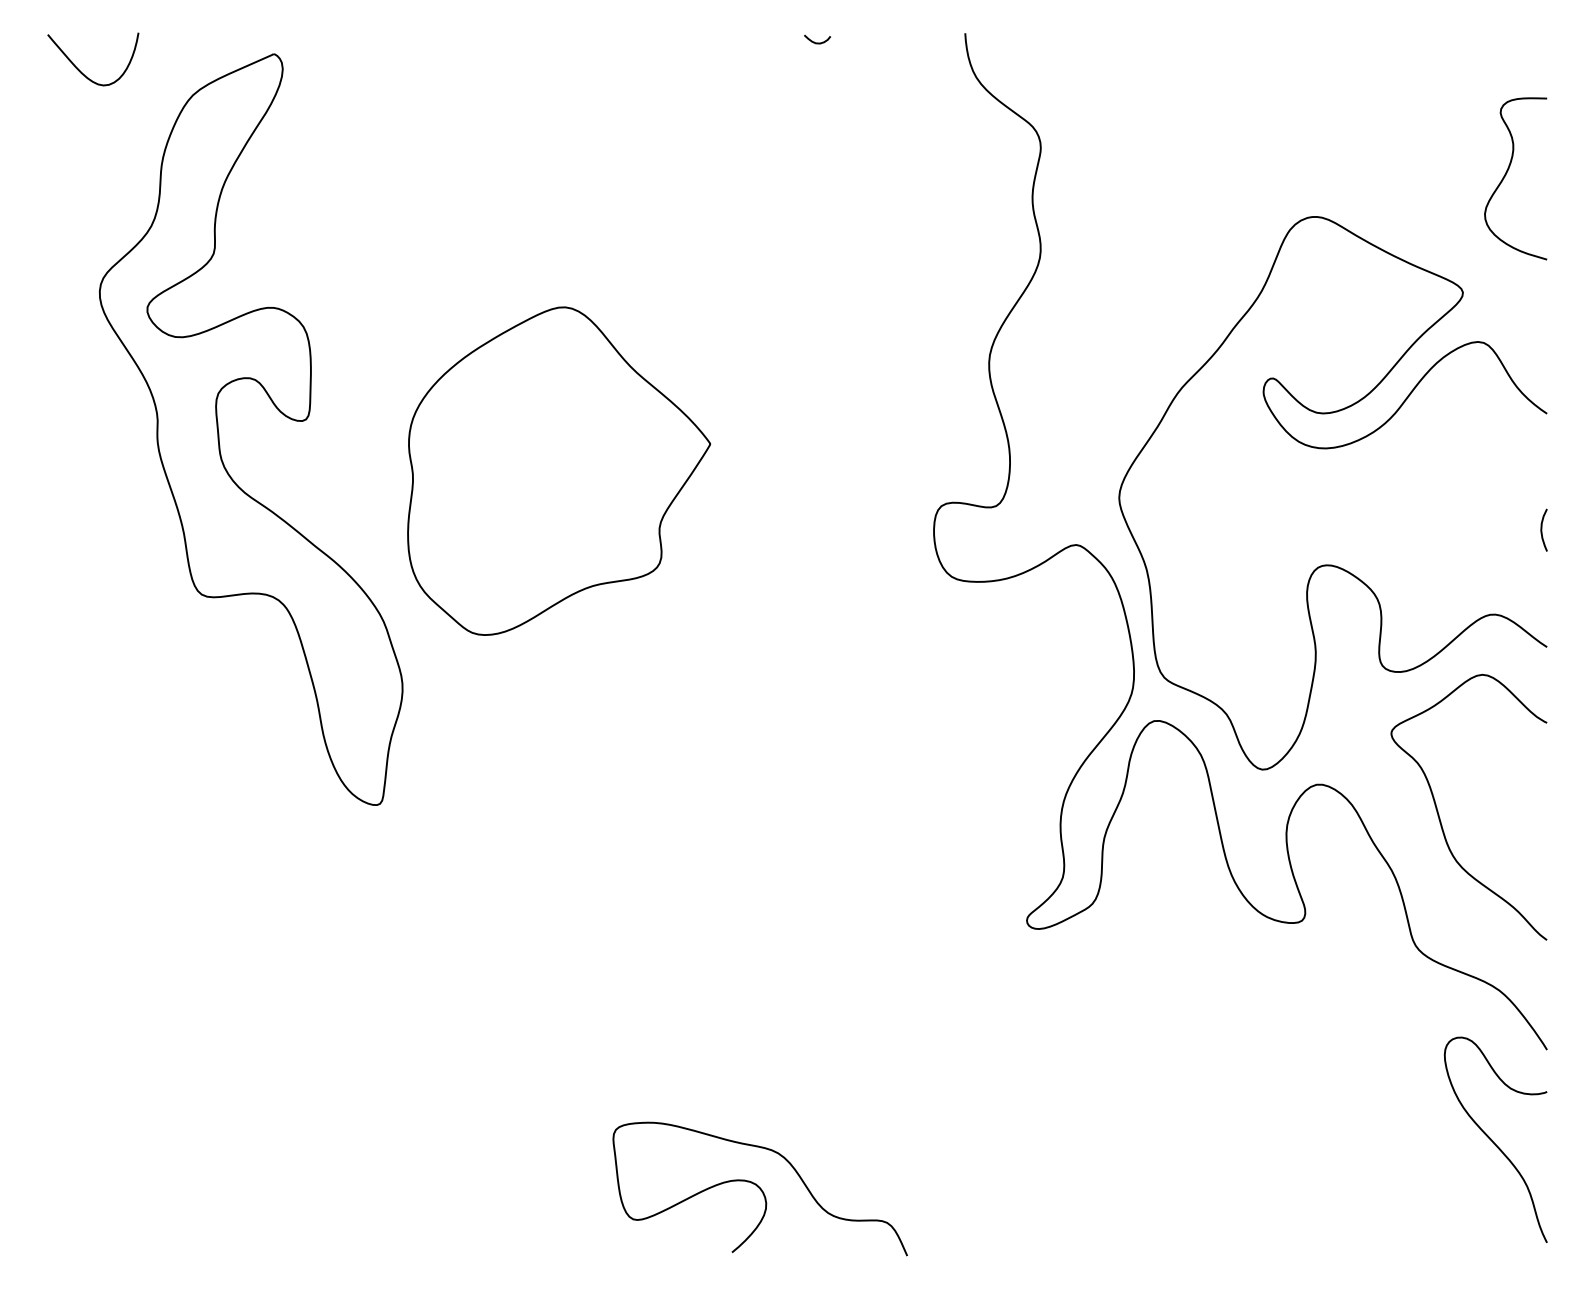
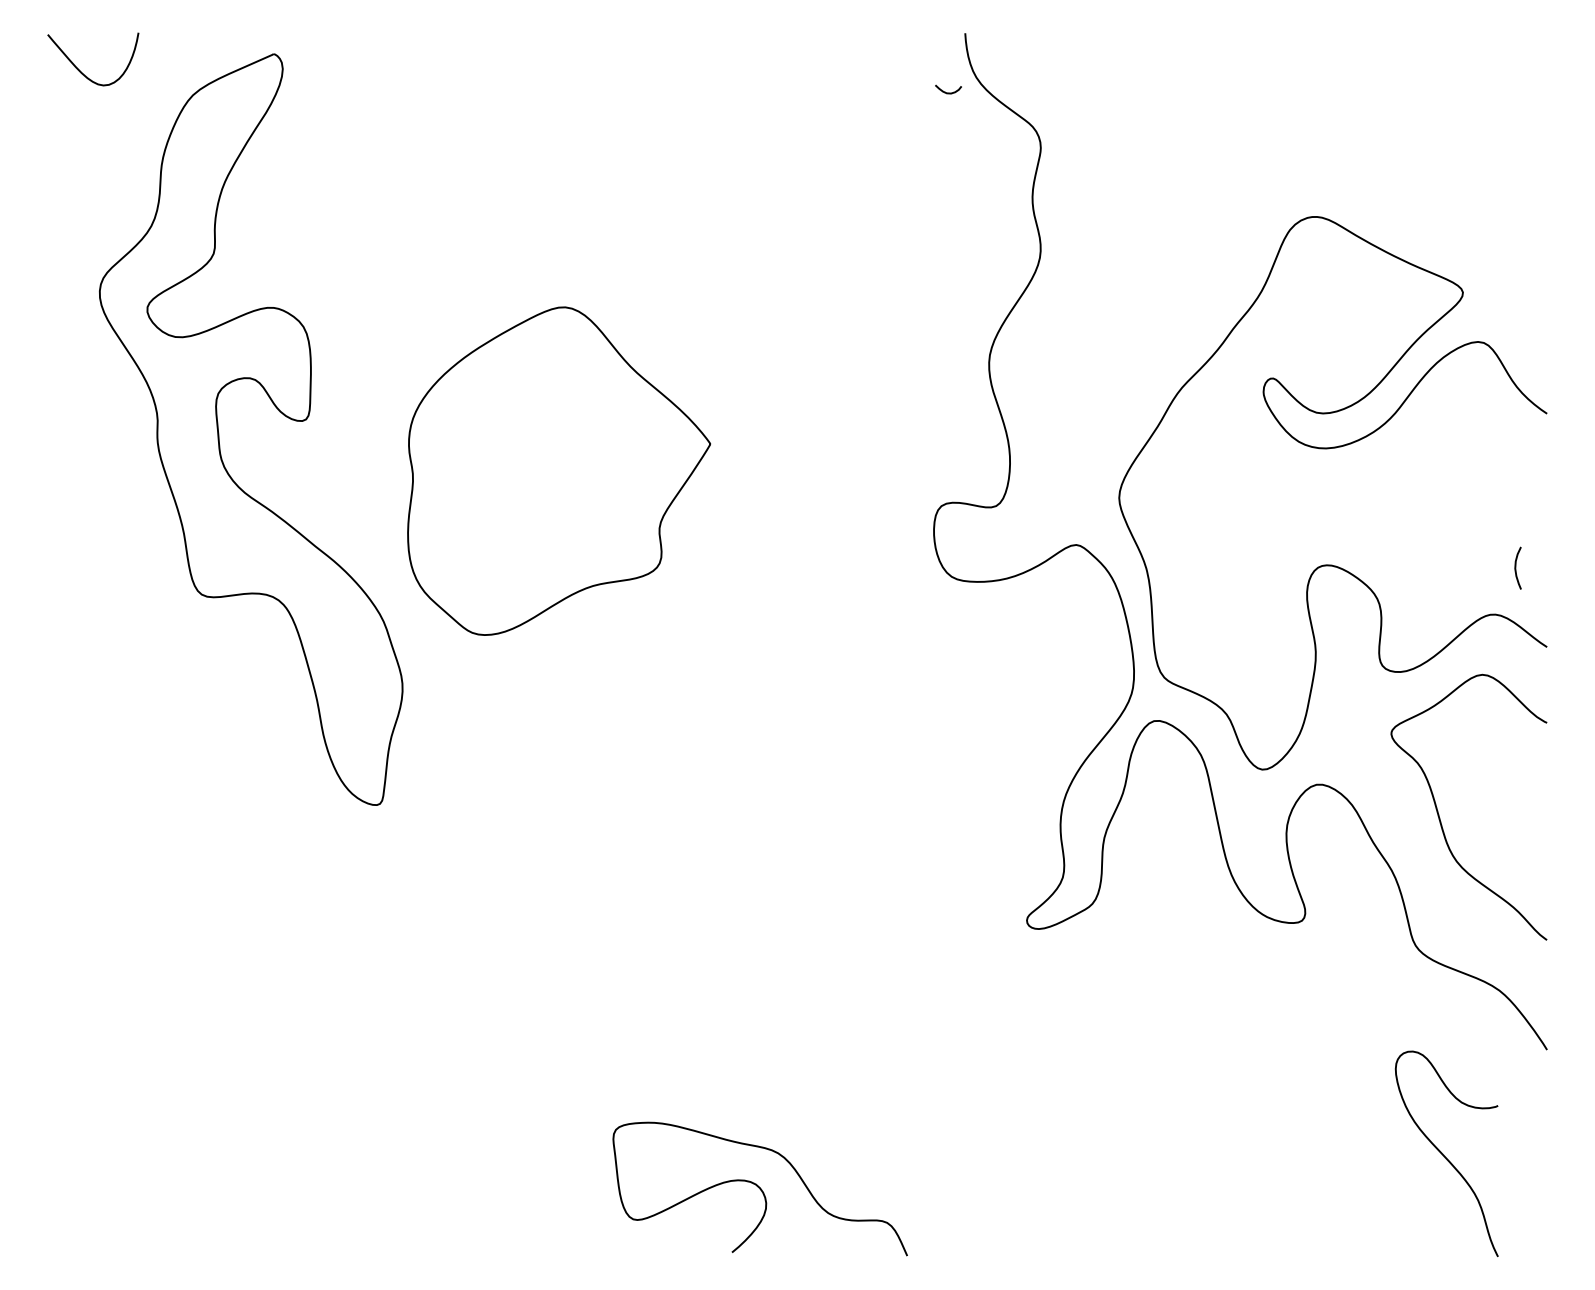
curve at (817, 42) position: (817, 42) -> (948, 92)
curve at (1507, 173): present -> none
curve at (1542, 529) position: (1542, 529) -> (1516, 567)
curve at (1493, 1141) position: (1493, 1141) -> (1444, 1155)
